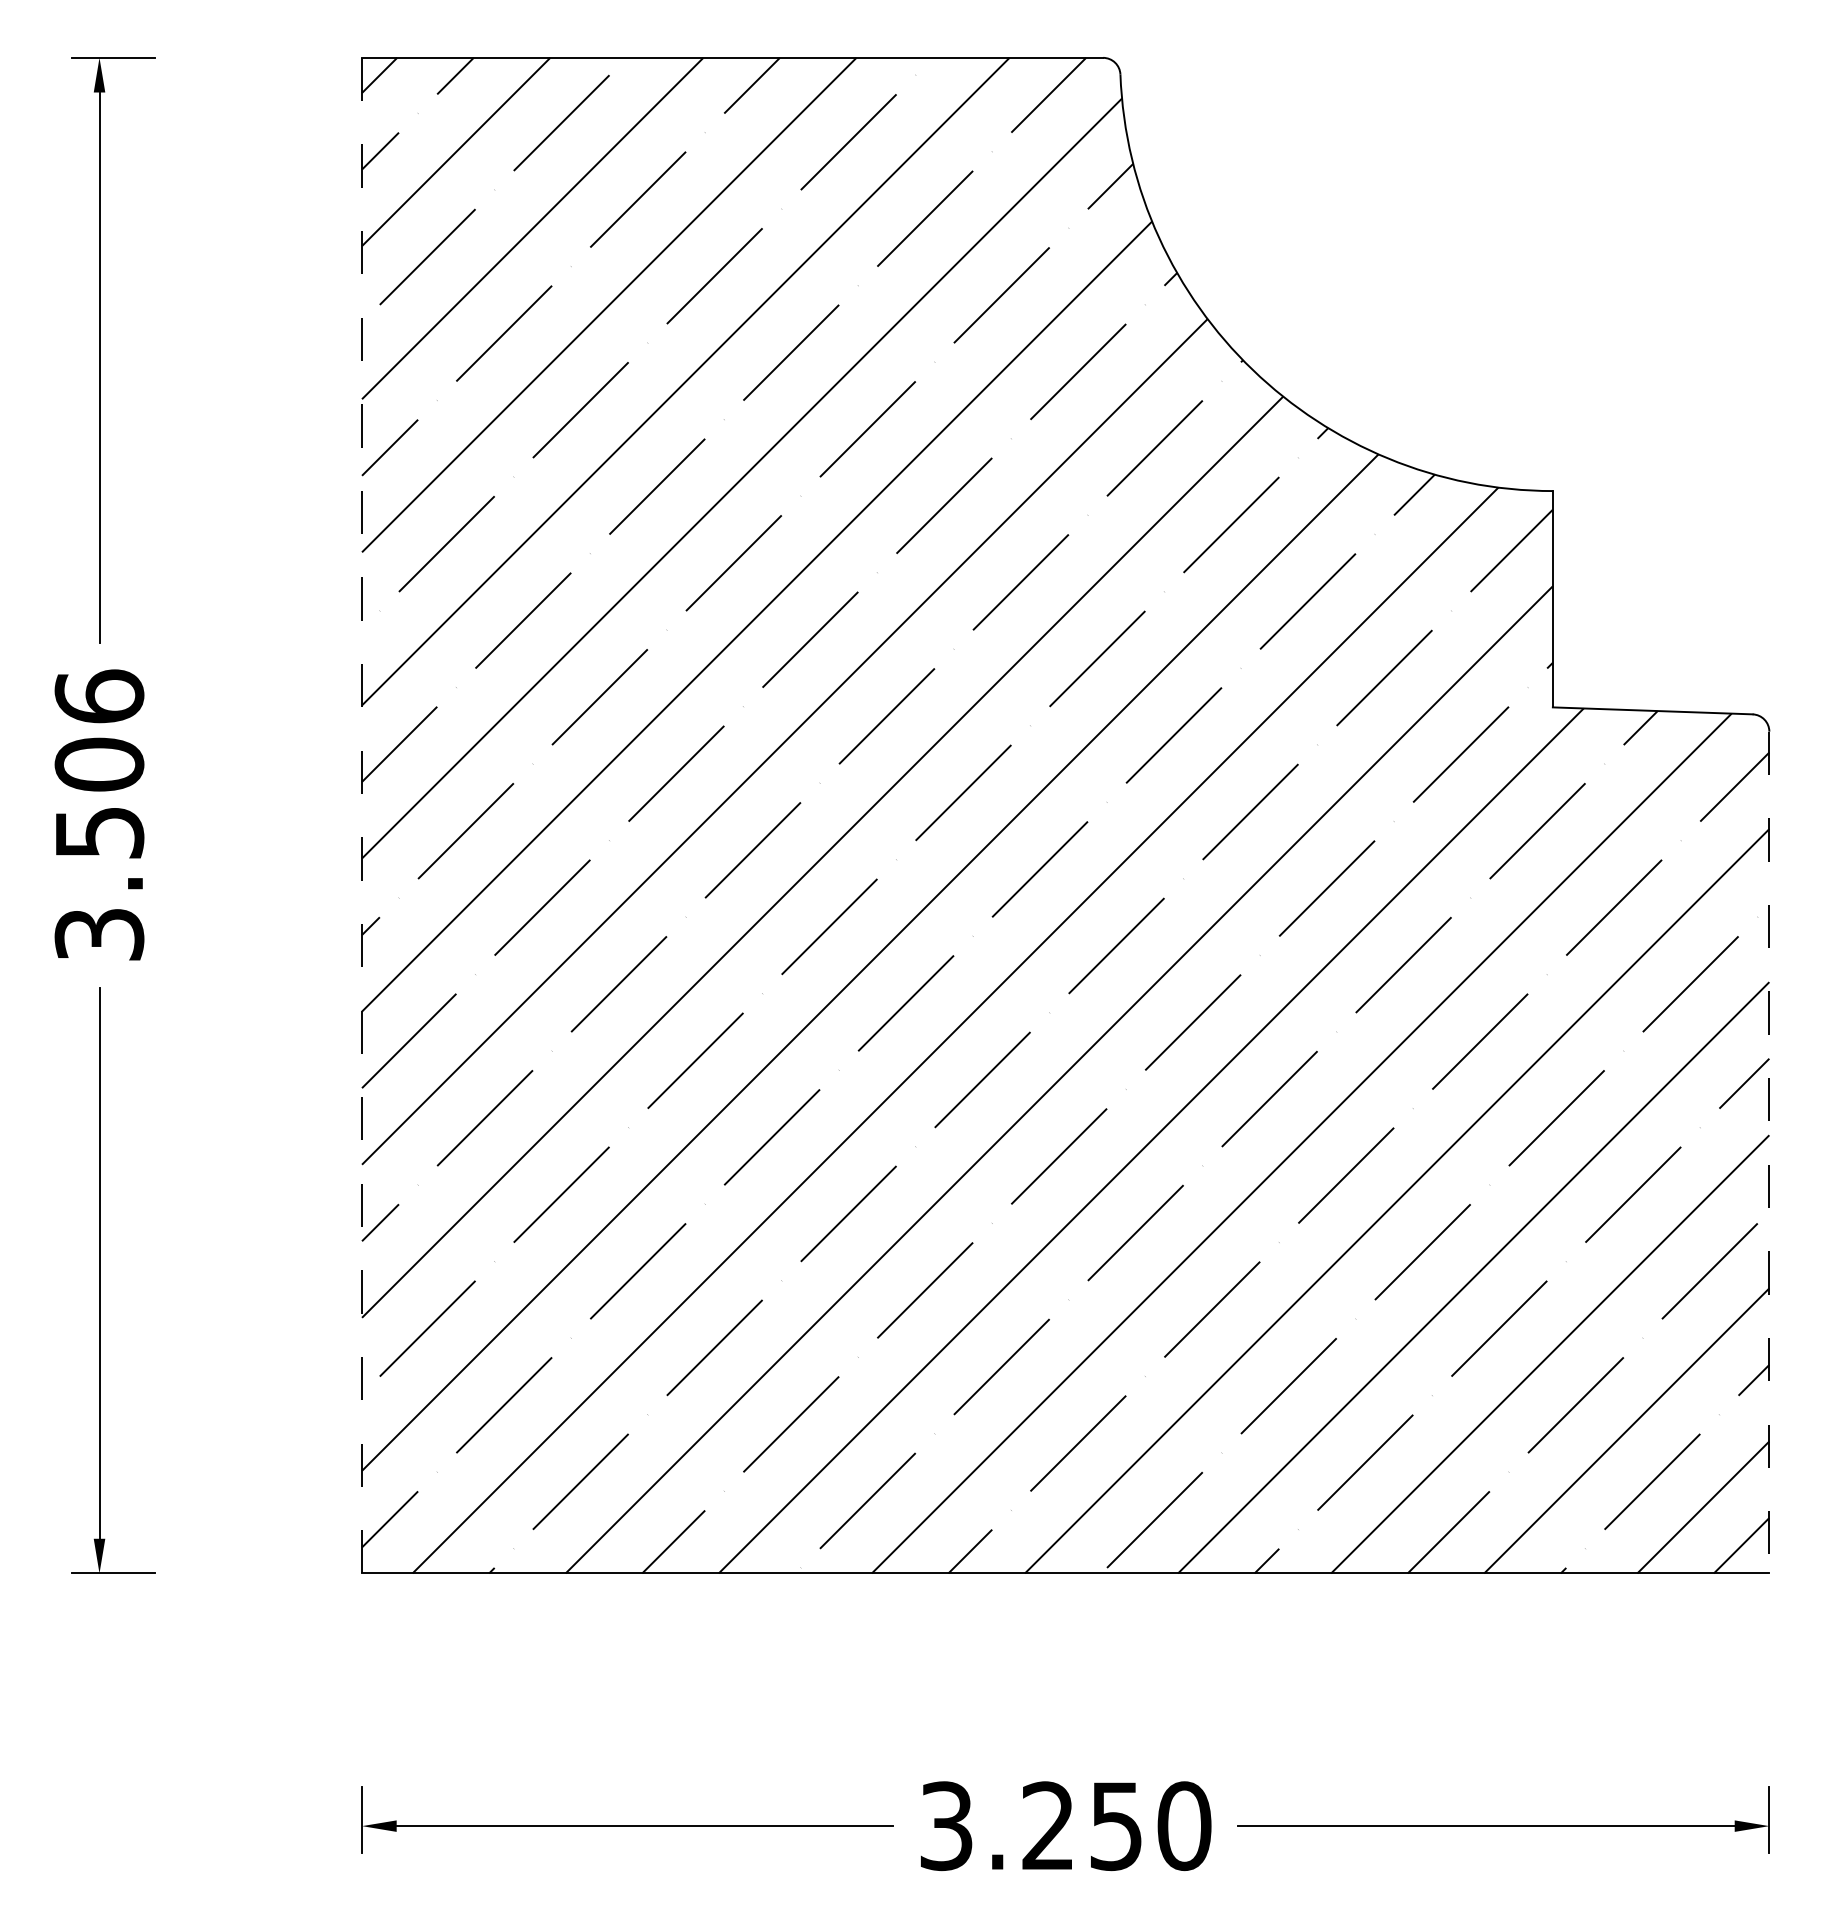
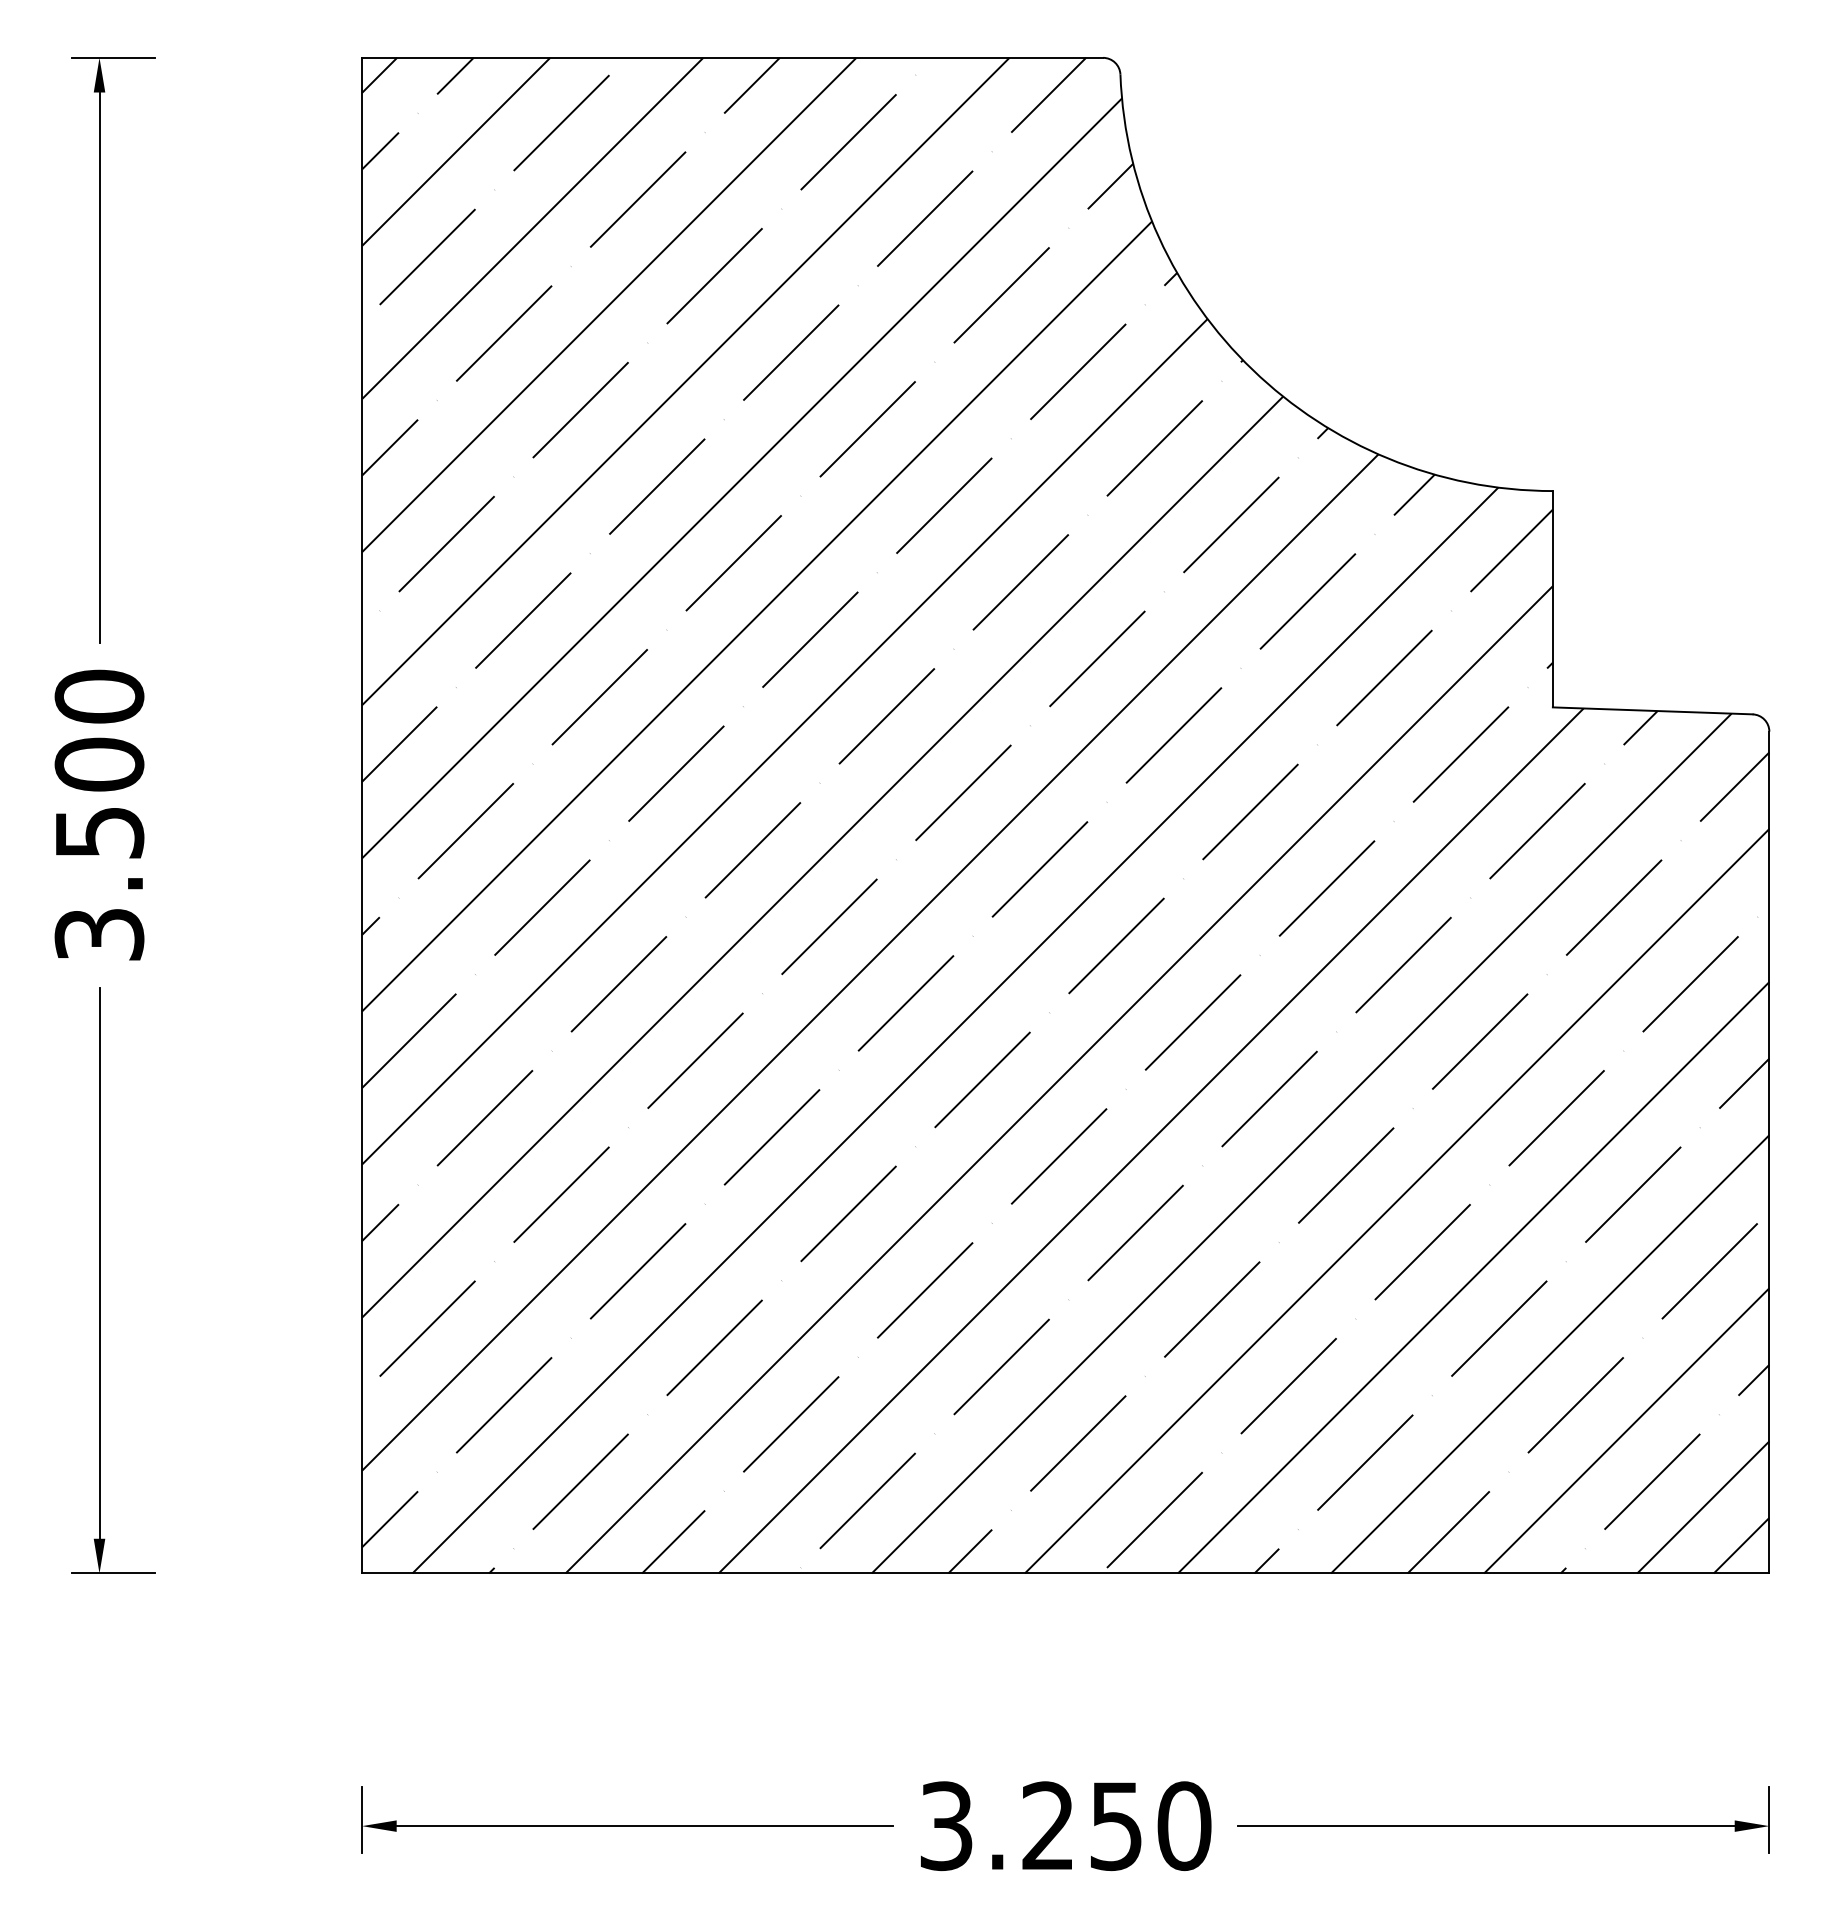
text at (99, 696): 3.506 -> 3.500
line at (362, 815): dashed -> solid
line at (1769, 1152): dashed -> solid
